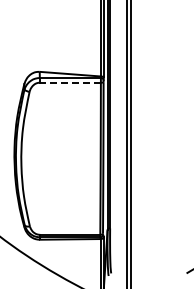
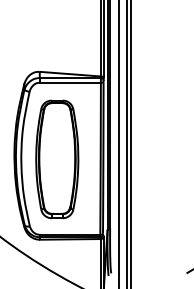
line at (70, 82): dashed -> solid
line at (118, 143): none -> present
part at (57, 159): none -> present
